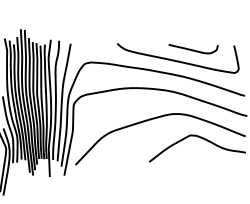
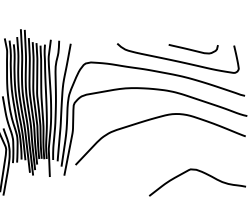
curve at (202, 139) position: (202, 139) -> (202, 173)
